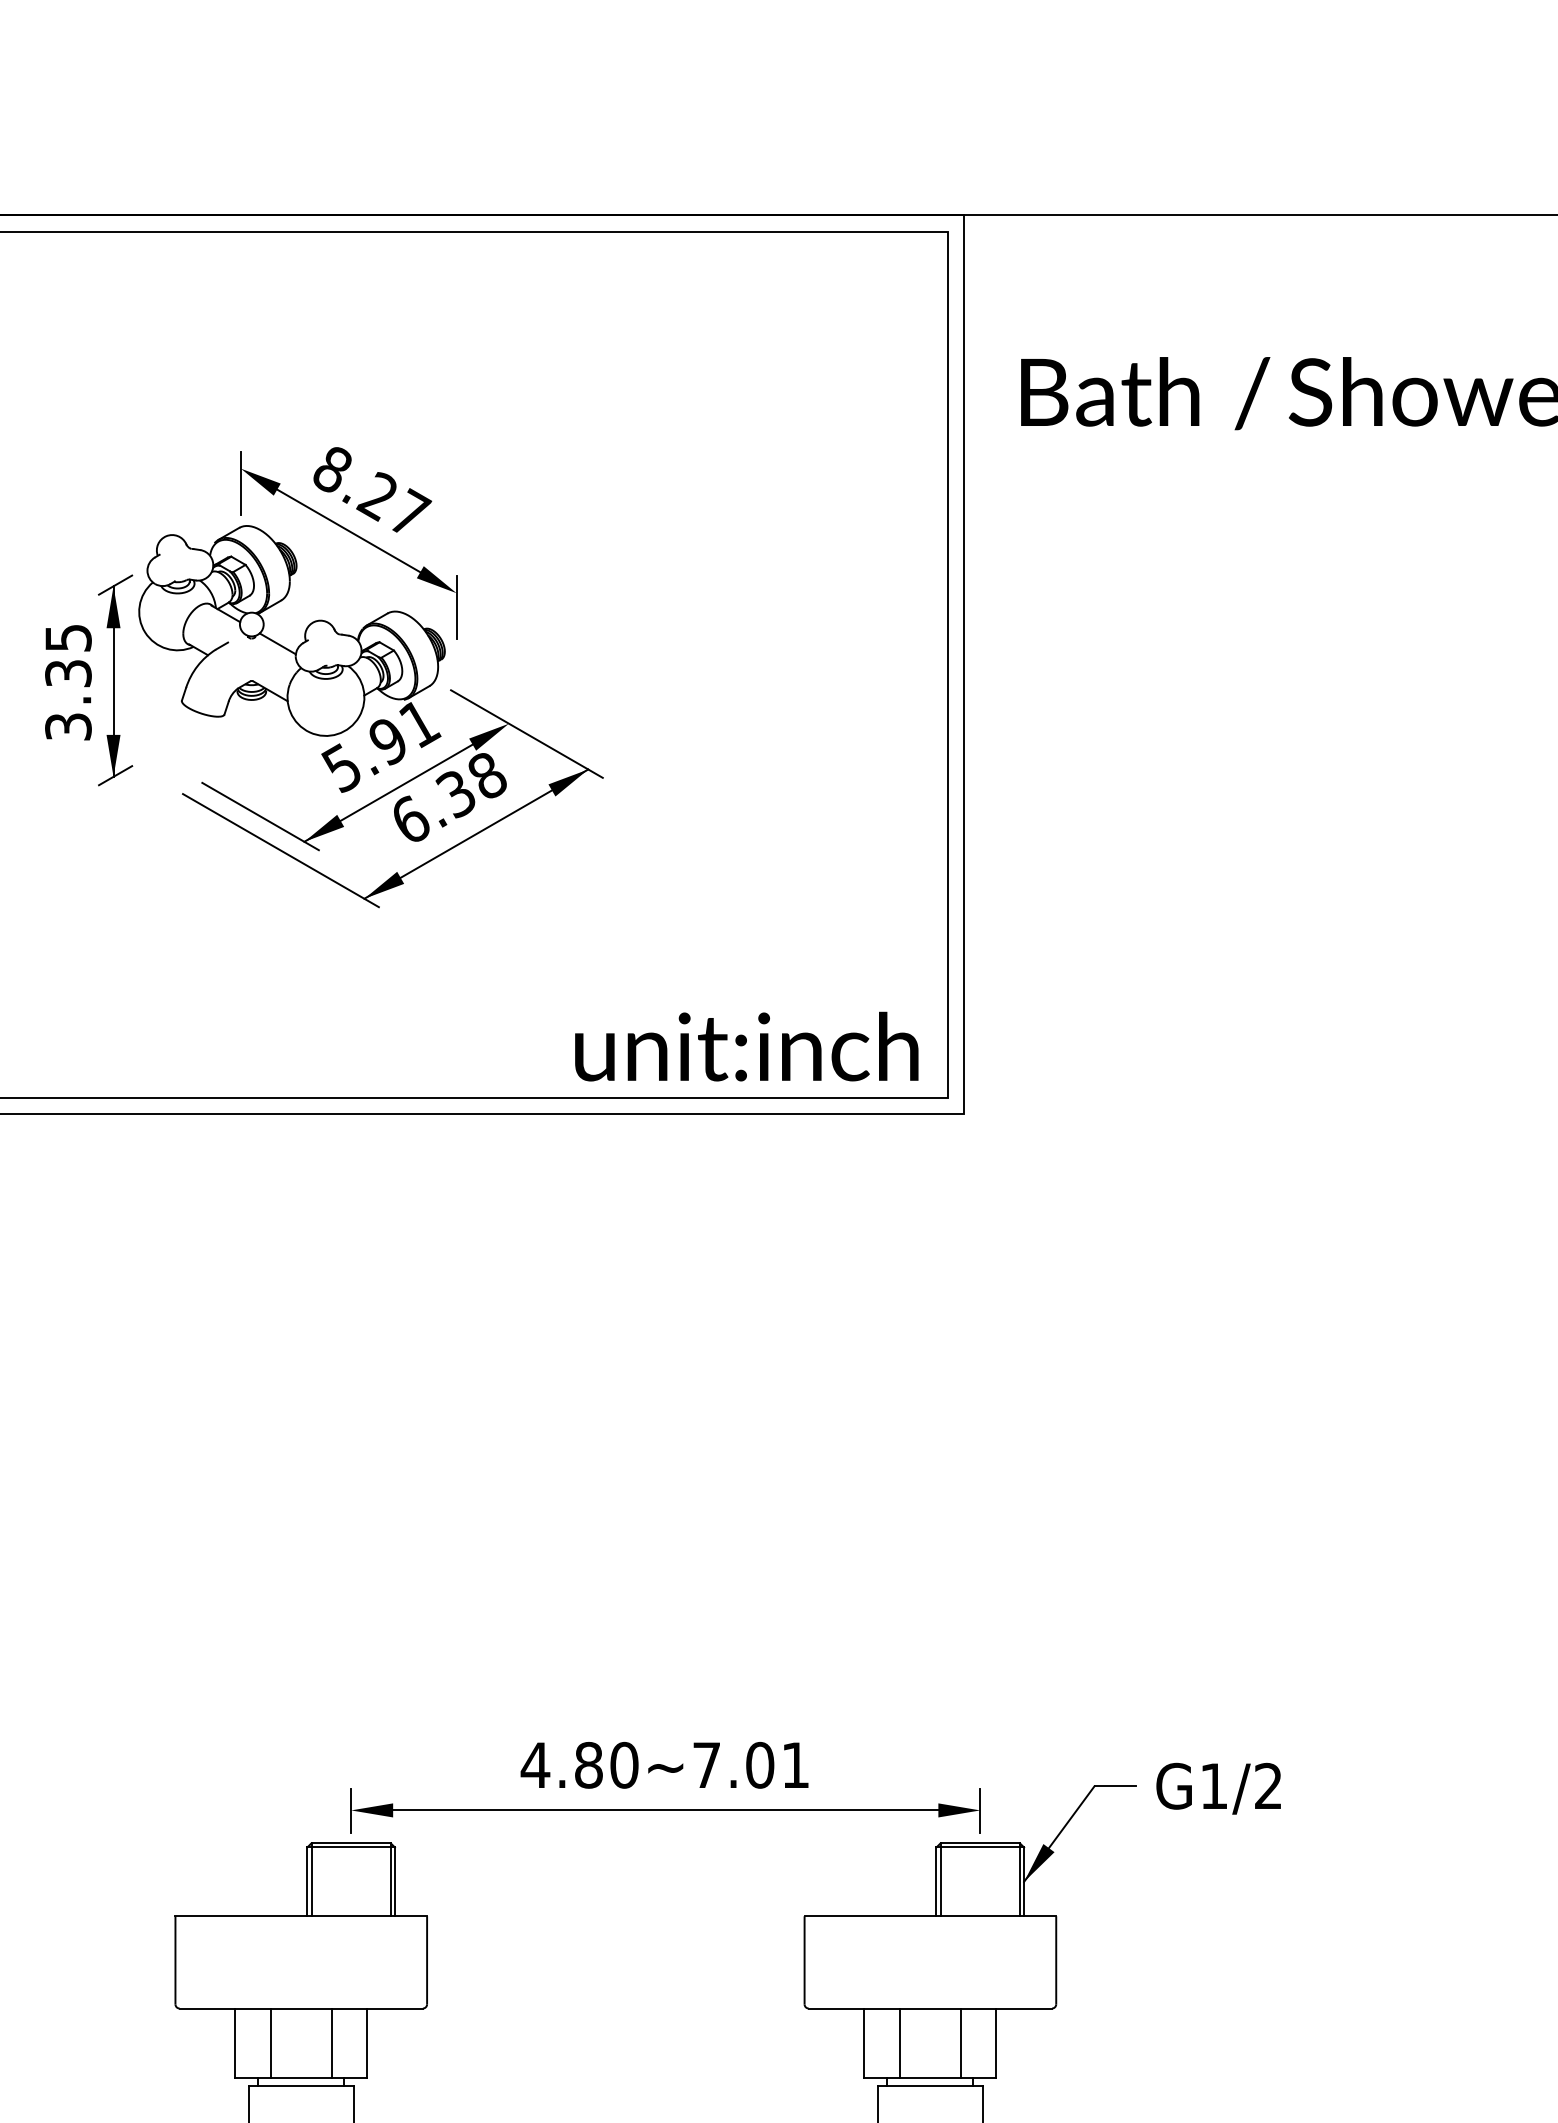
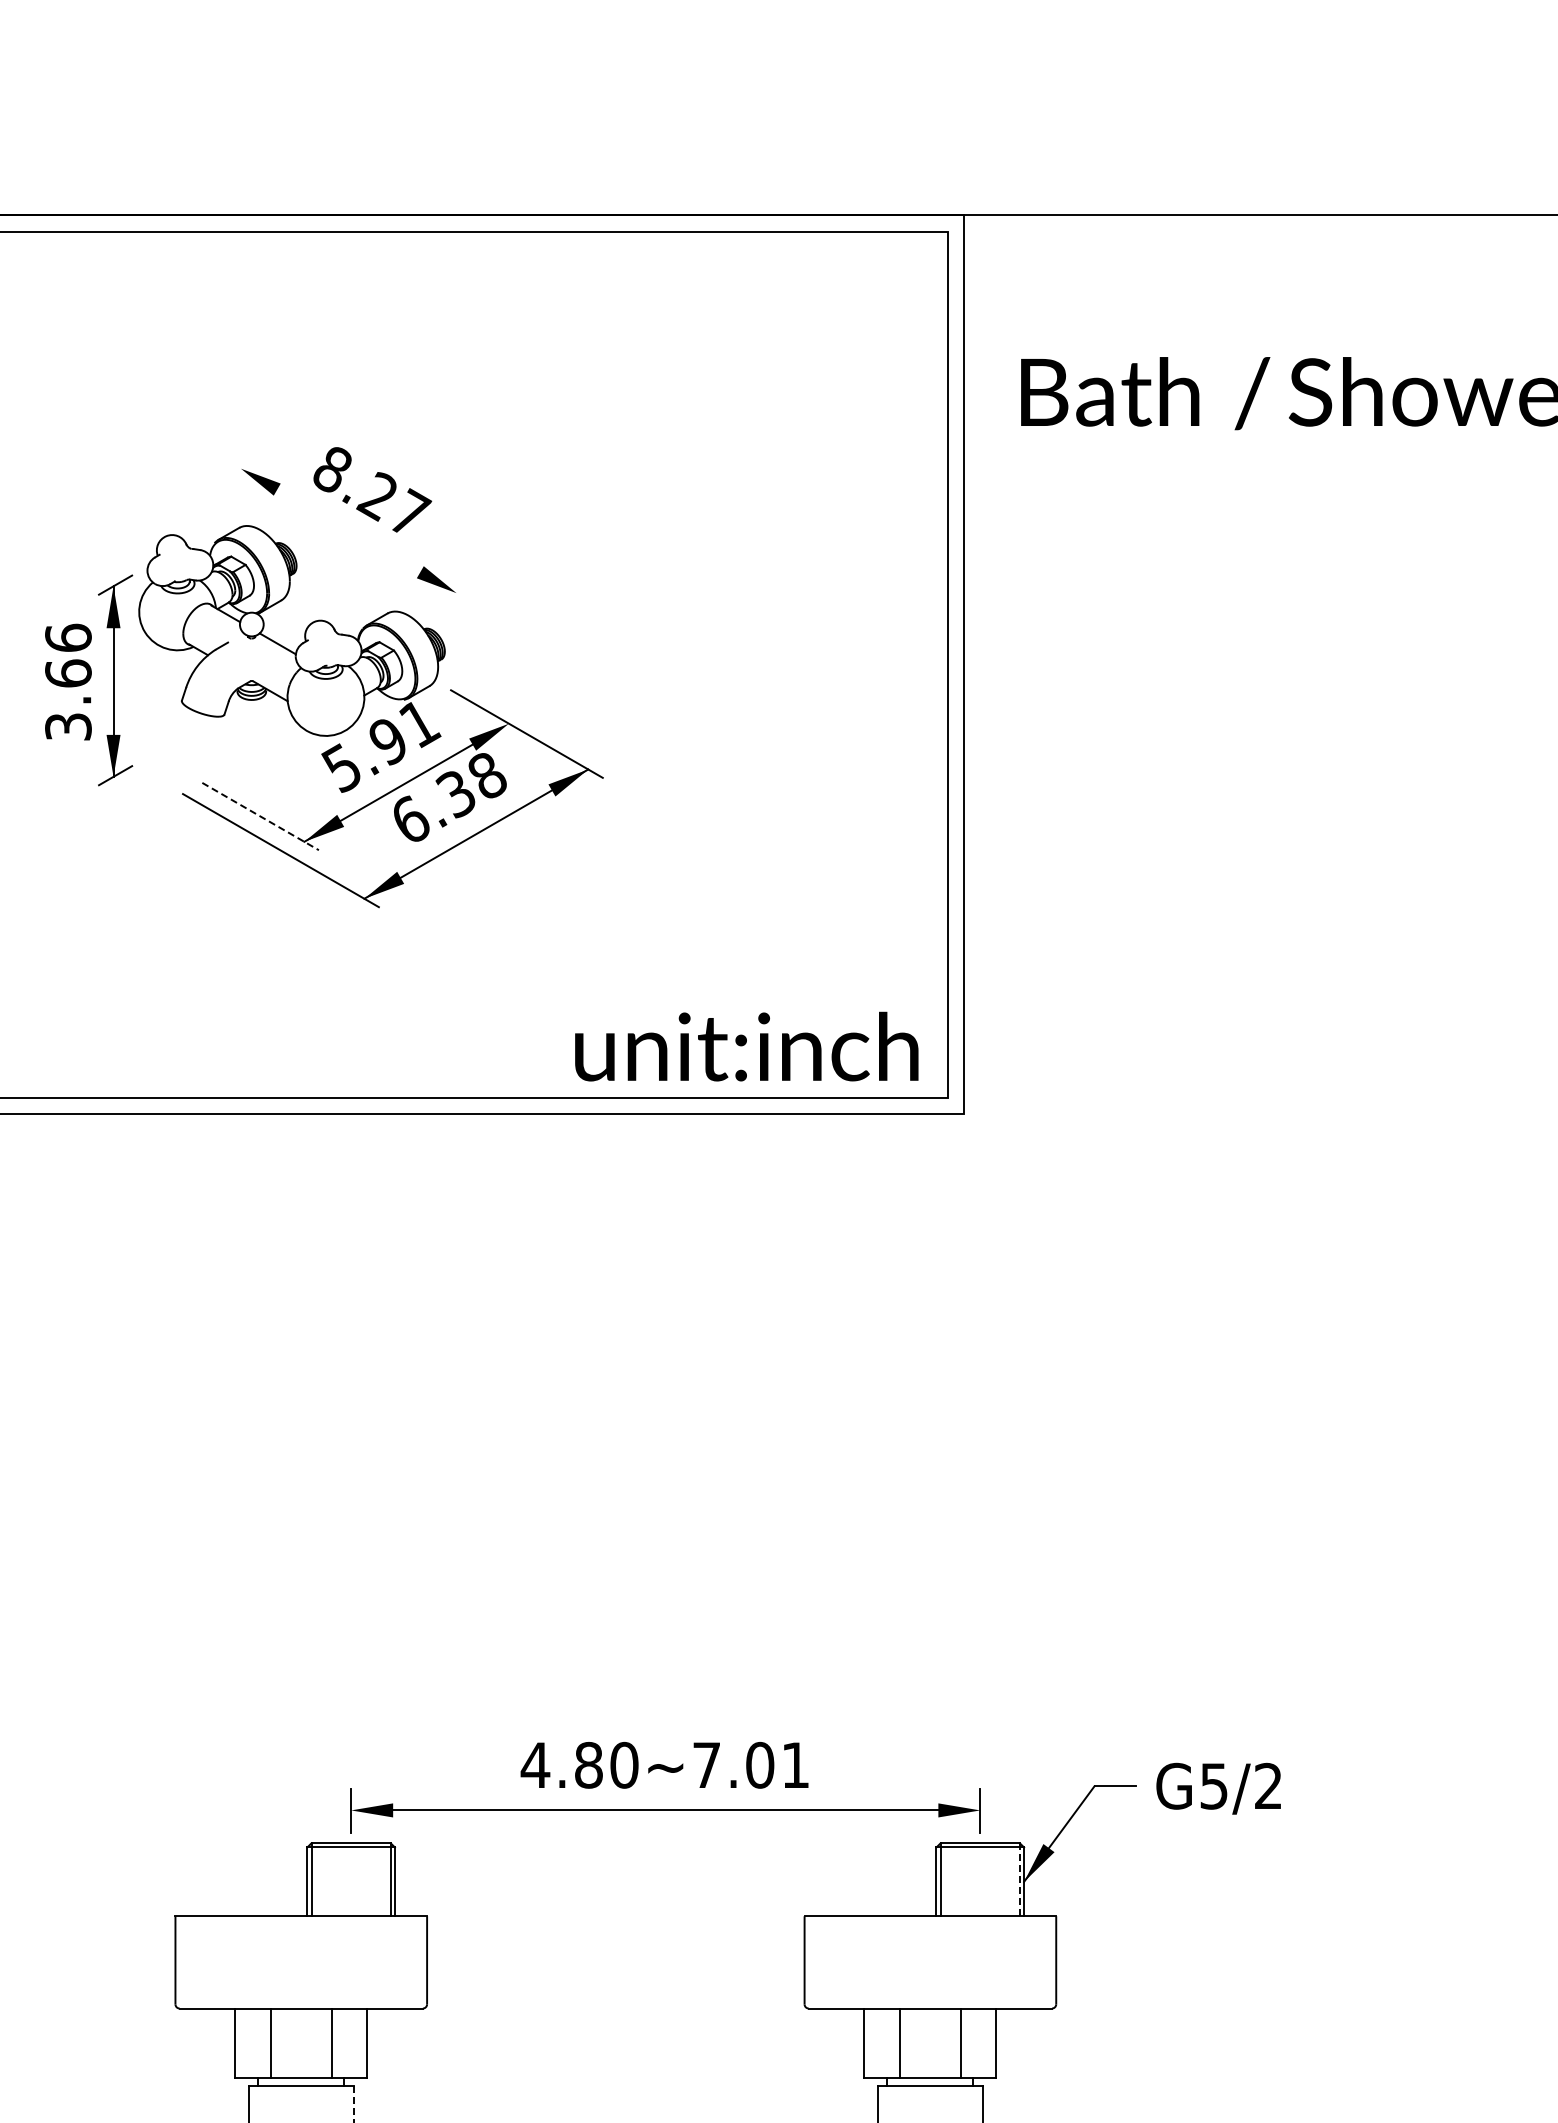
line at (240, 482): present -> none
line at (348, 530): present -> none
line at (456, 607): present -> none
text at (68, 655): 3.35 -> 3.66
line at (261, 816): solid -> dashed
text at (1213, 1786): G1/2 -> G5/2
line at (1019, 1879): solid -> dashed
line at (353, 2104): solid -> dashed
